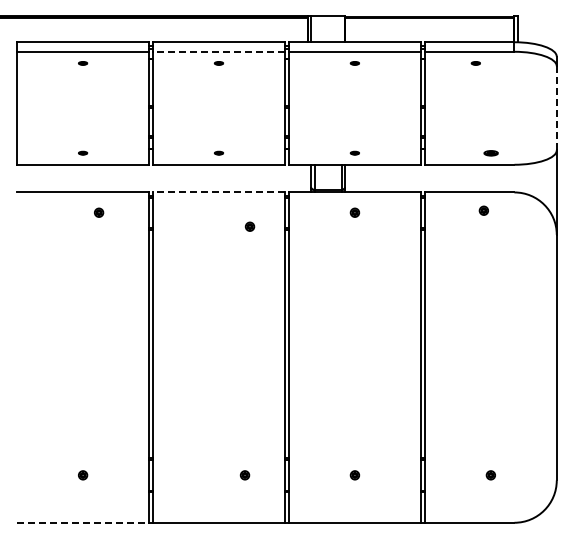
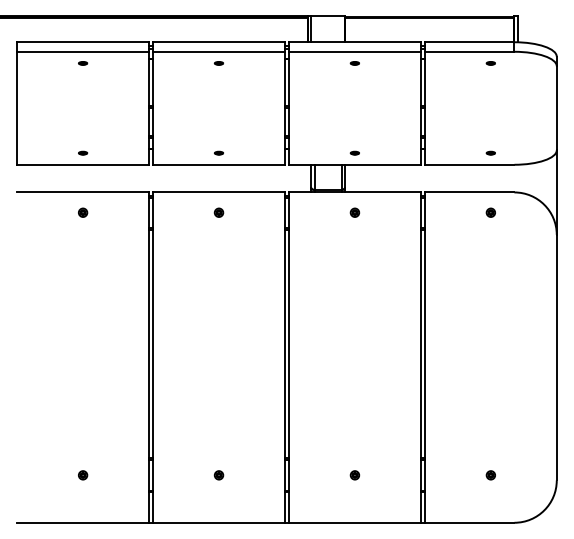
line at (219, 51): dashed -> solid
part at (475, 63) position: (475, 63) -> (490, 63)
line at (556, 107): dashed -> solid
part at (490, 153) size: 16x7 px -> 11x6 px
line at (219, 192): dashed -> solid
part at (483, 210) position: (483, 210) -> (490, 212)
part at (99, 212) position: (99, 212) -> (83, 212)
part at (249, 226) position: (249, 226) -> (218, 212)
part at (244, 475) position: (244, 475) -> (218, 475)
line at (83, 522): dashed -> solid
